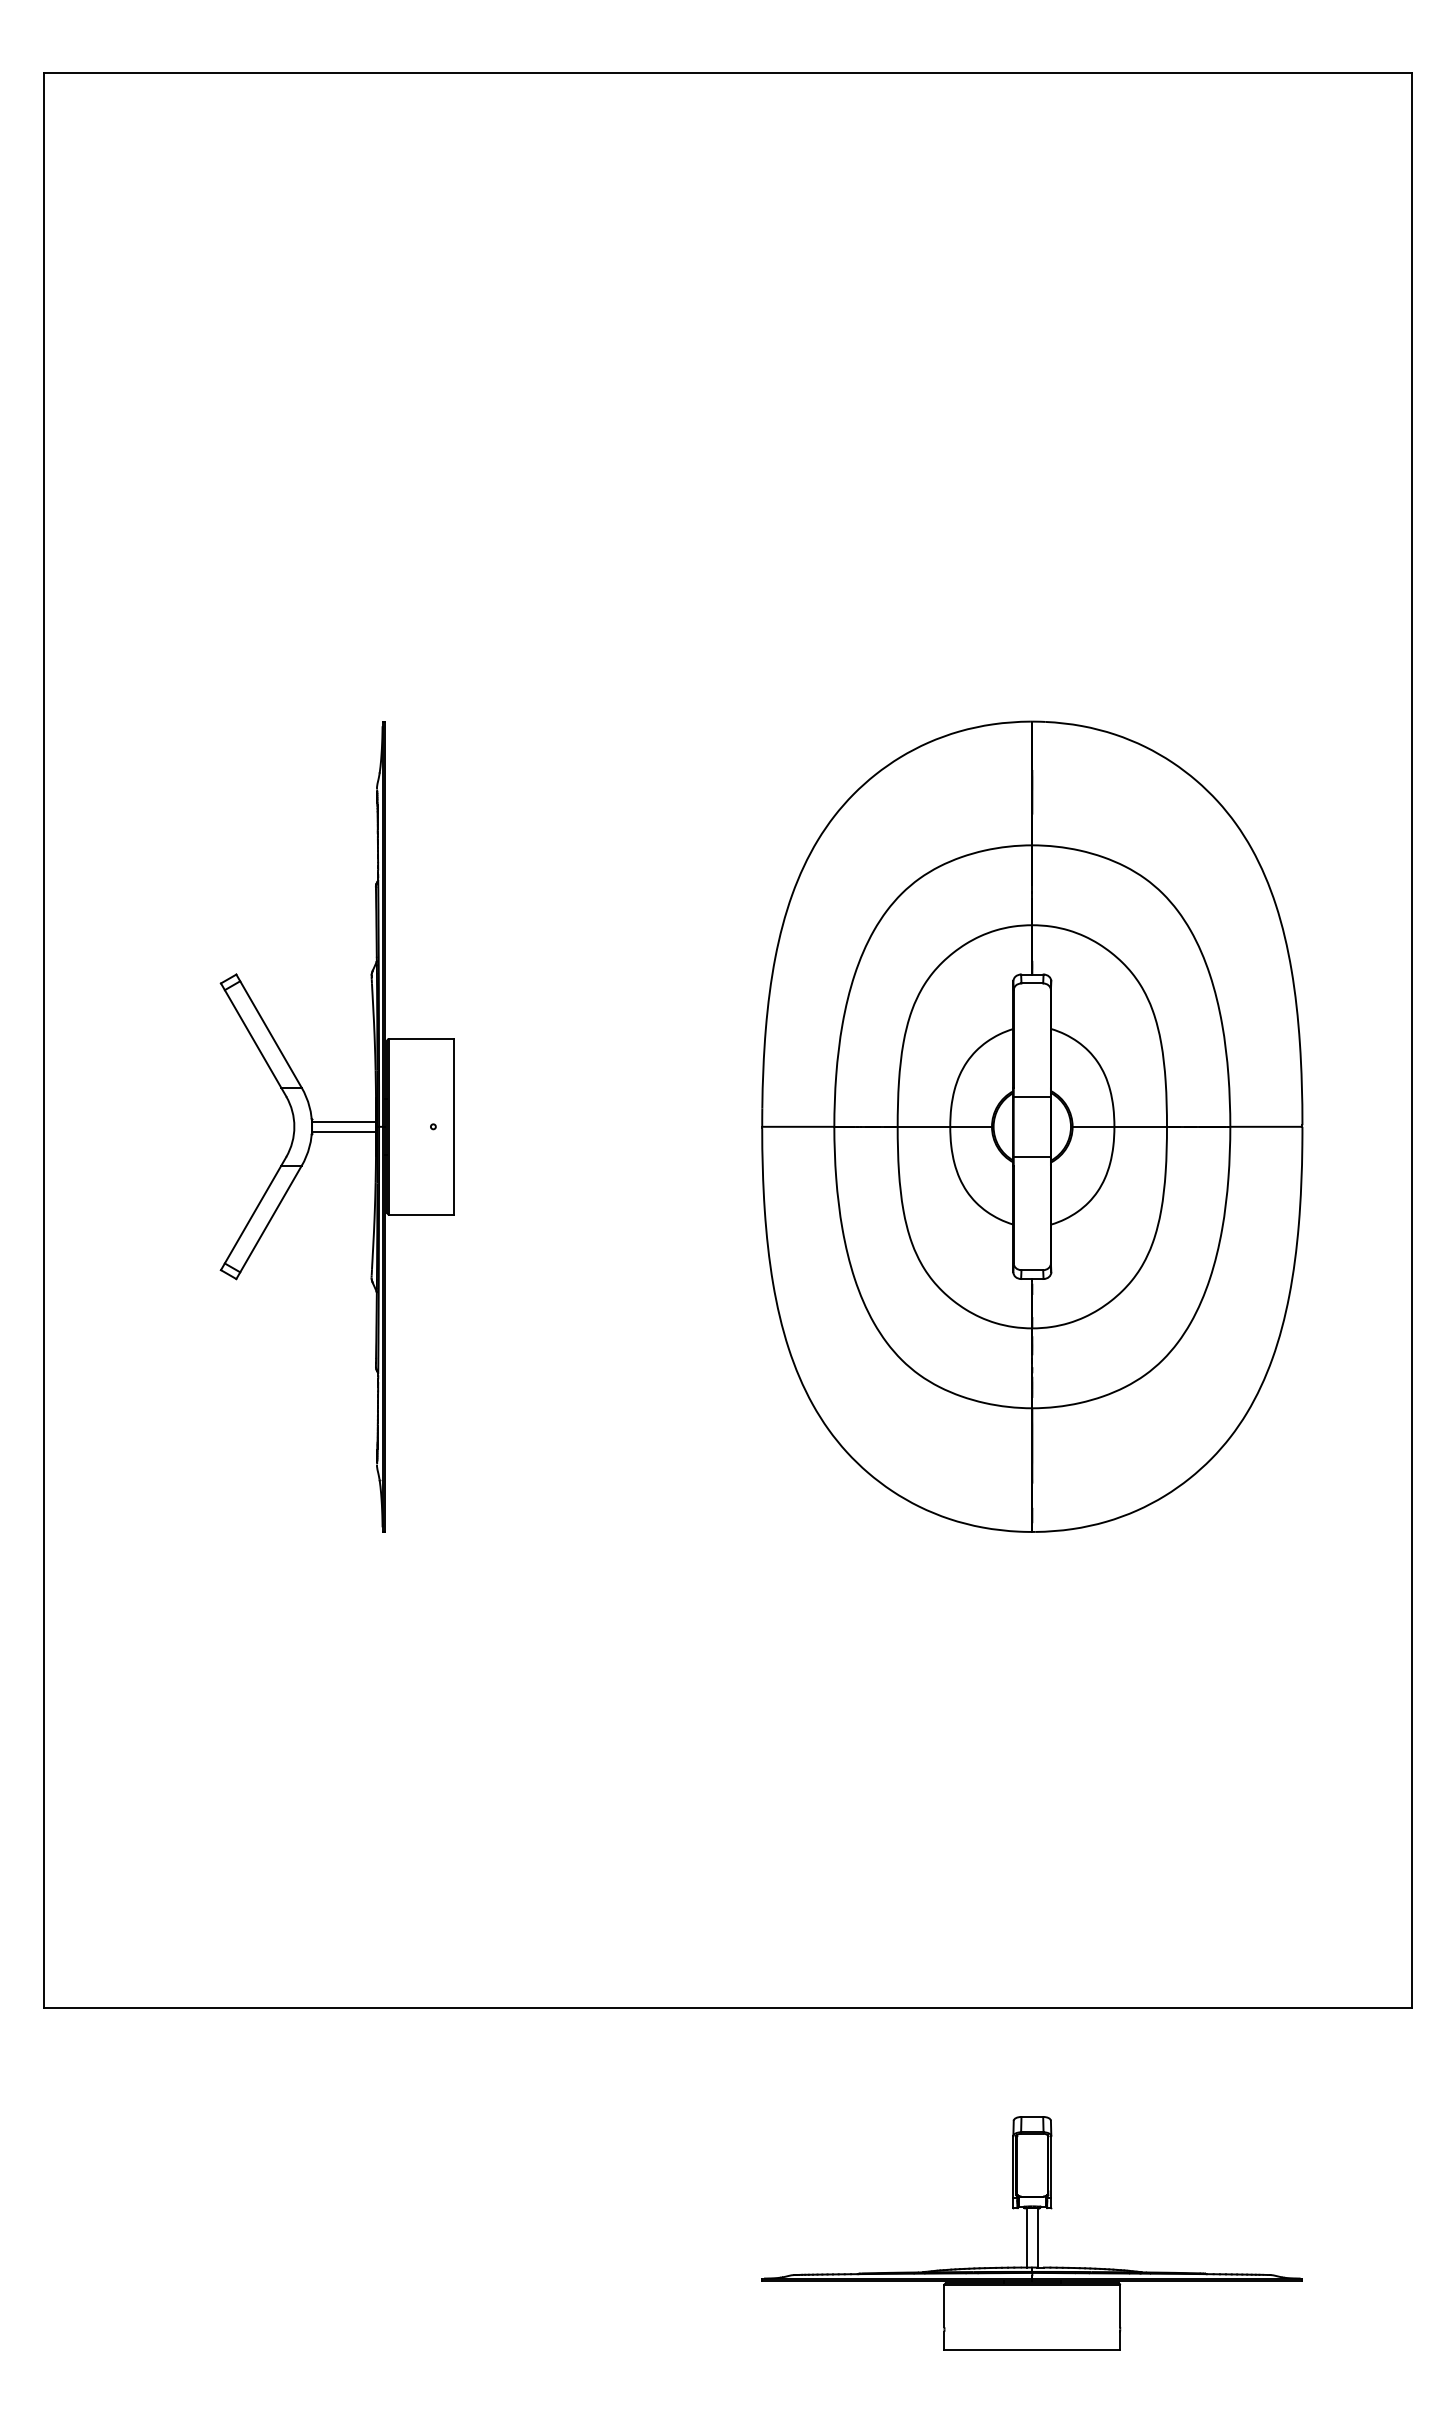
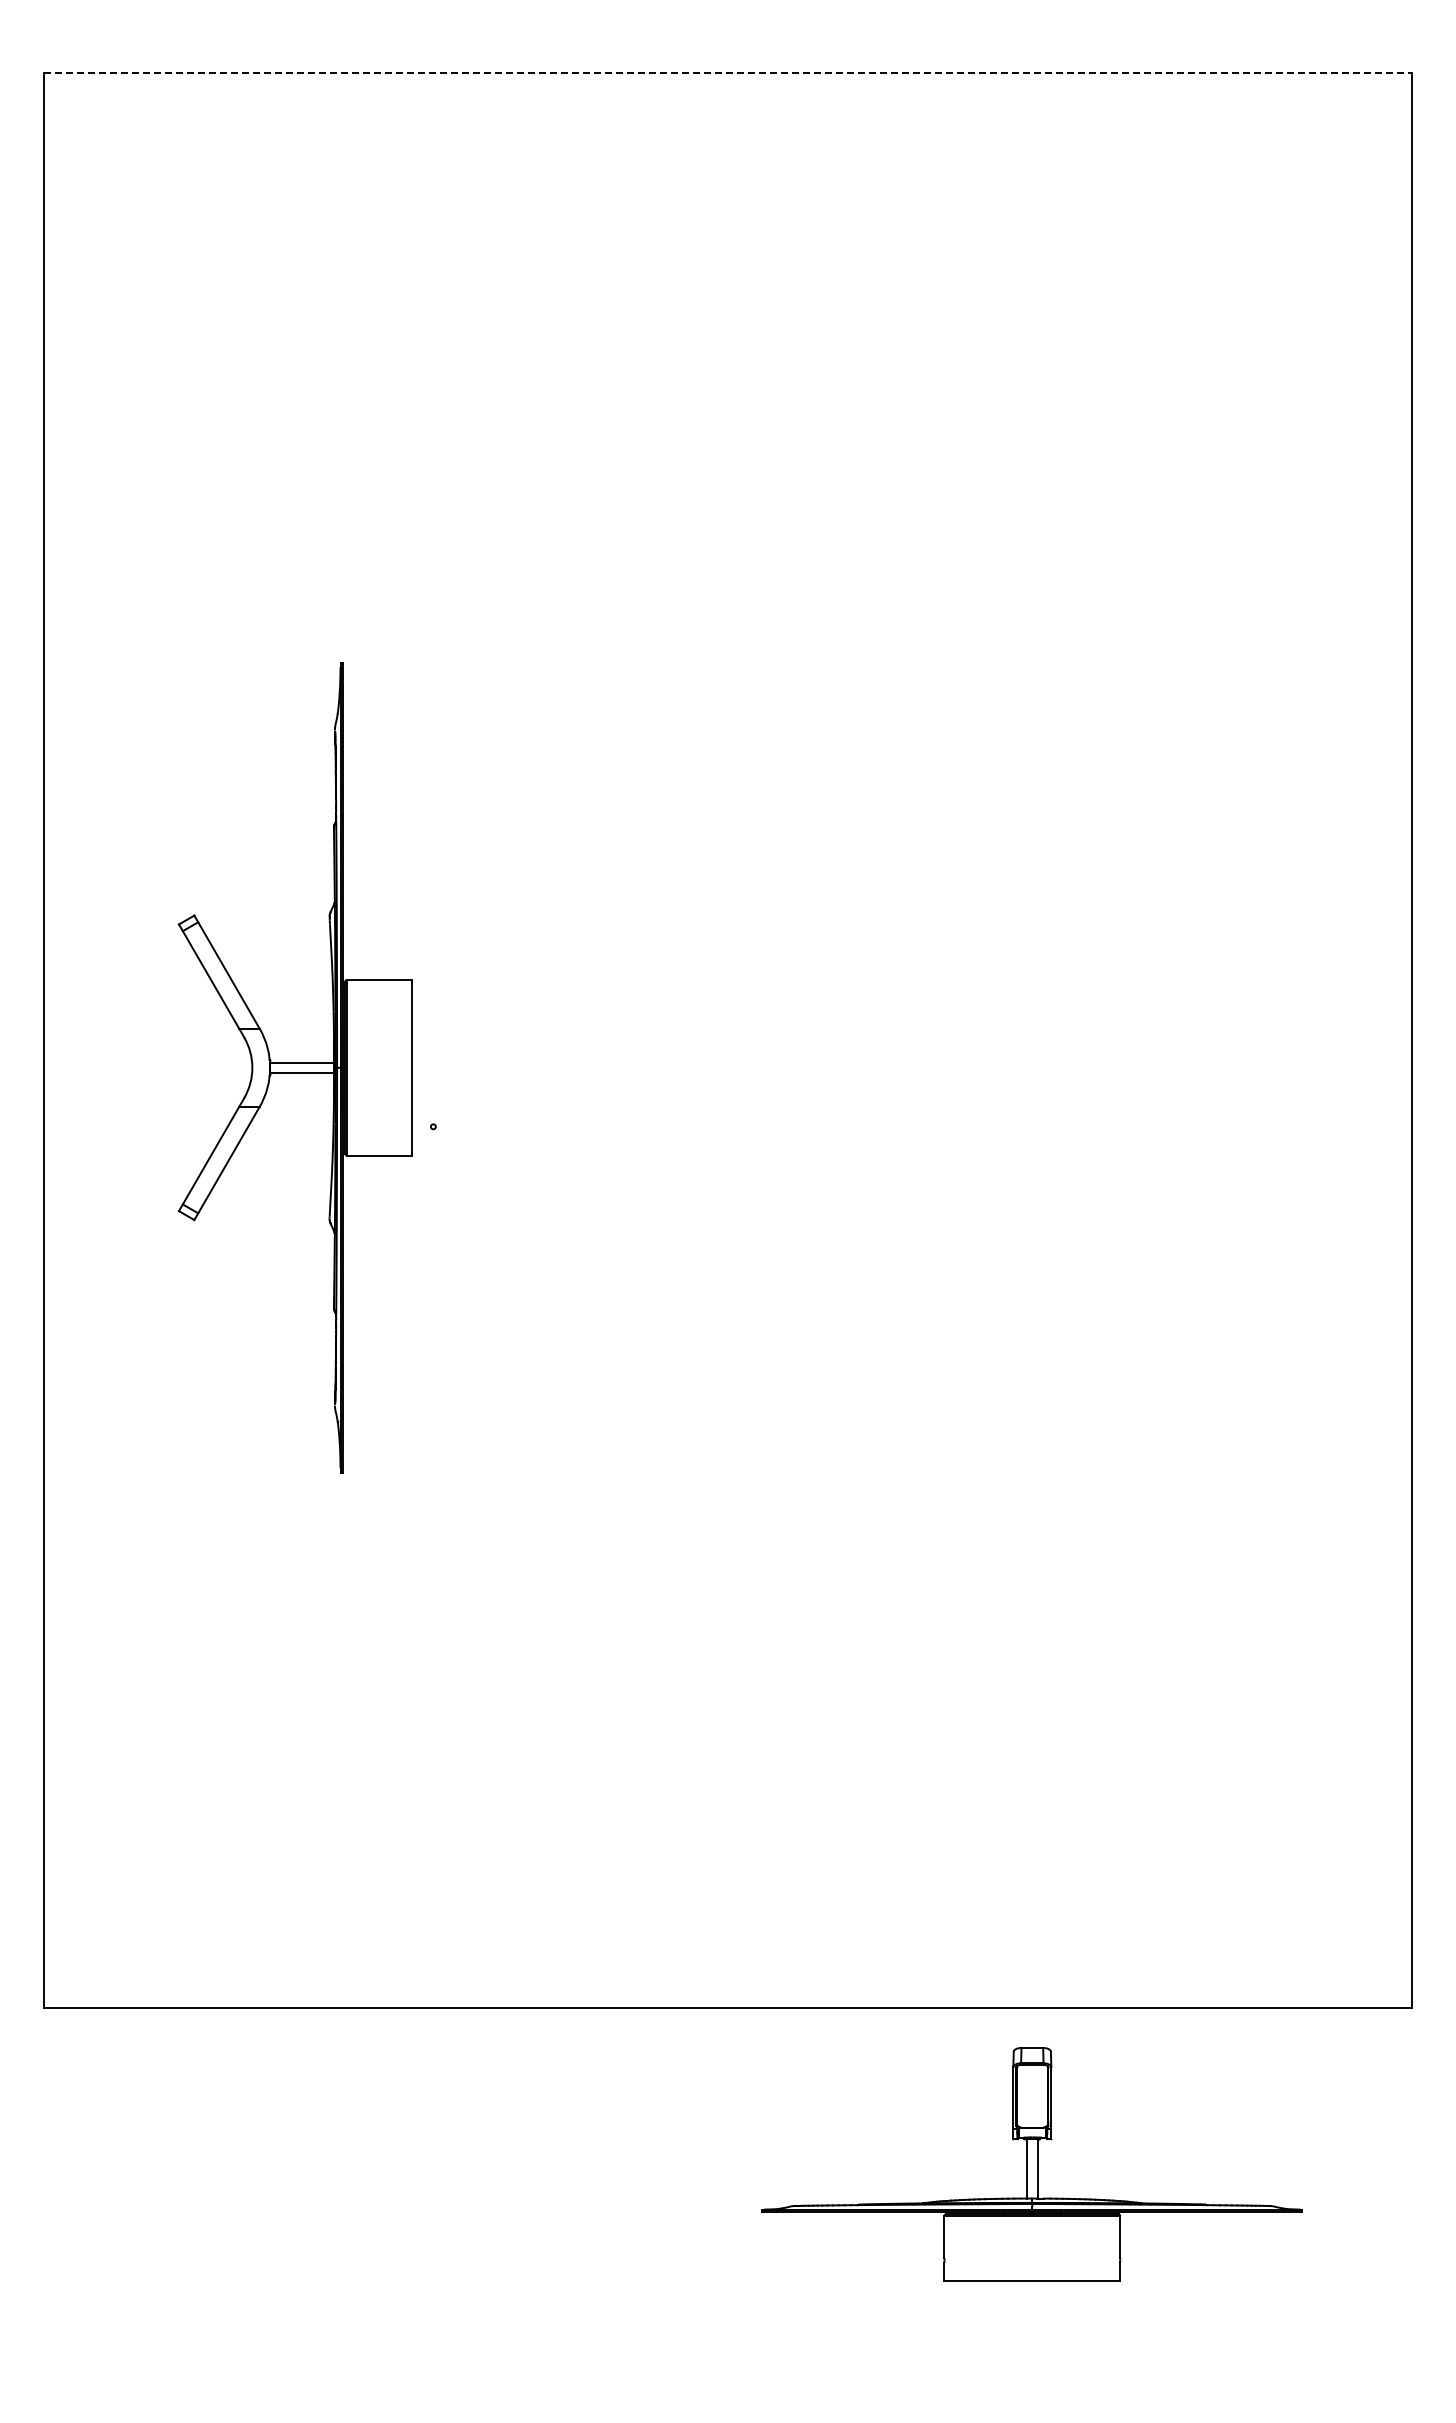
line at (728, 72): solid -> dashed
part at (336, 1126) position: (336, 1126) -> (294, 1067)
part at (1032, 1126): present -> none
part at (1031, 2233) position: (1031, 2233) -> (1031, 2164)
